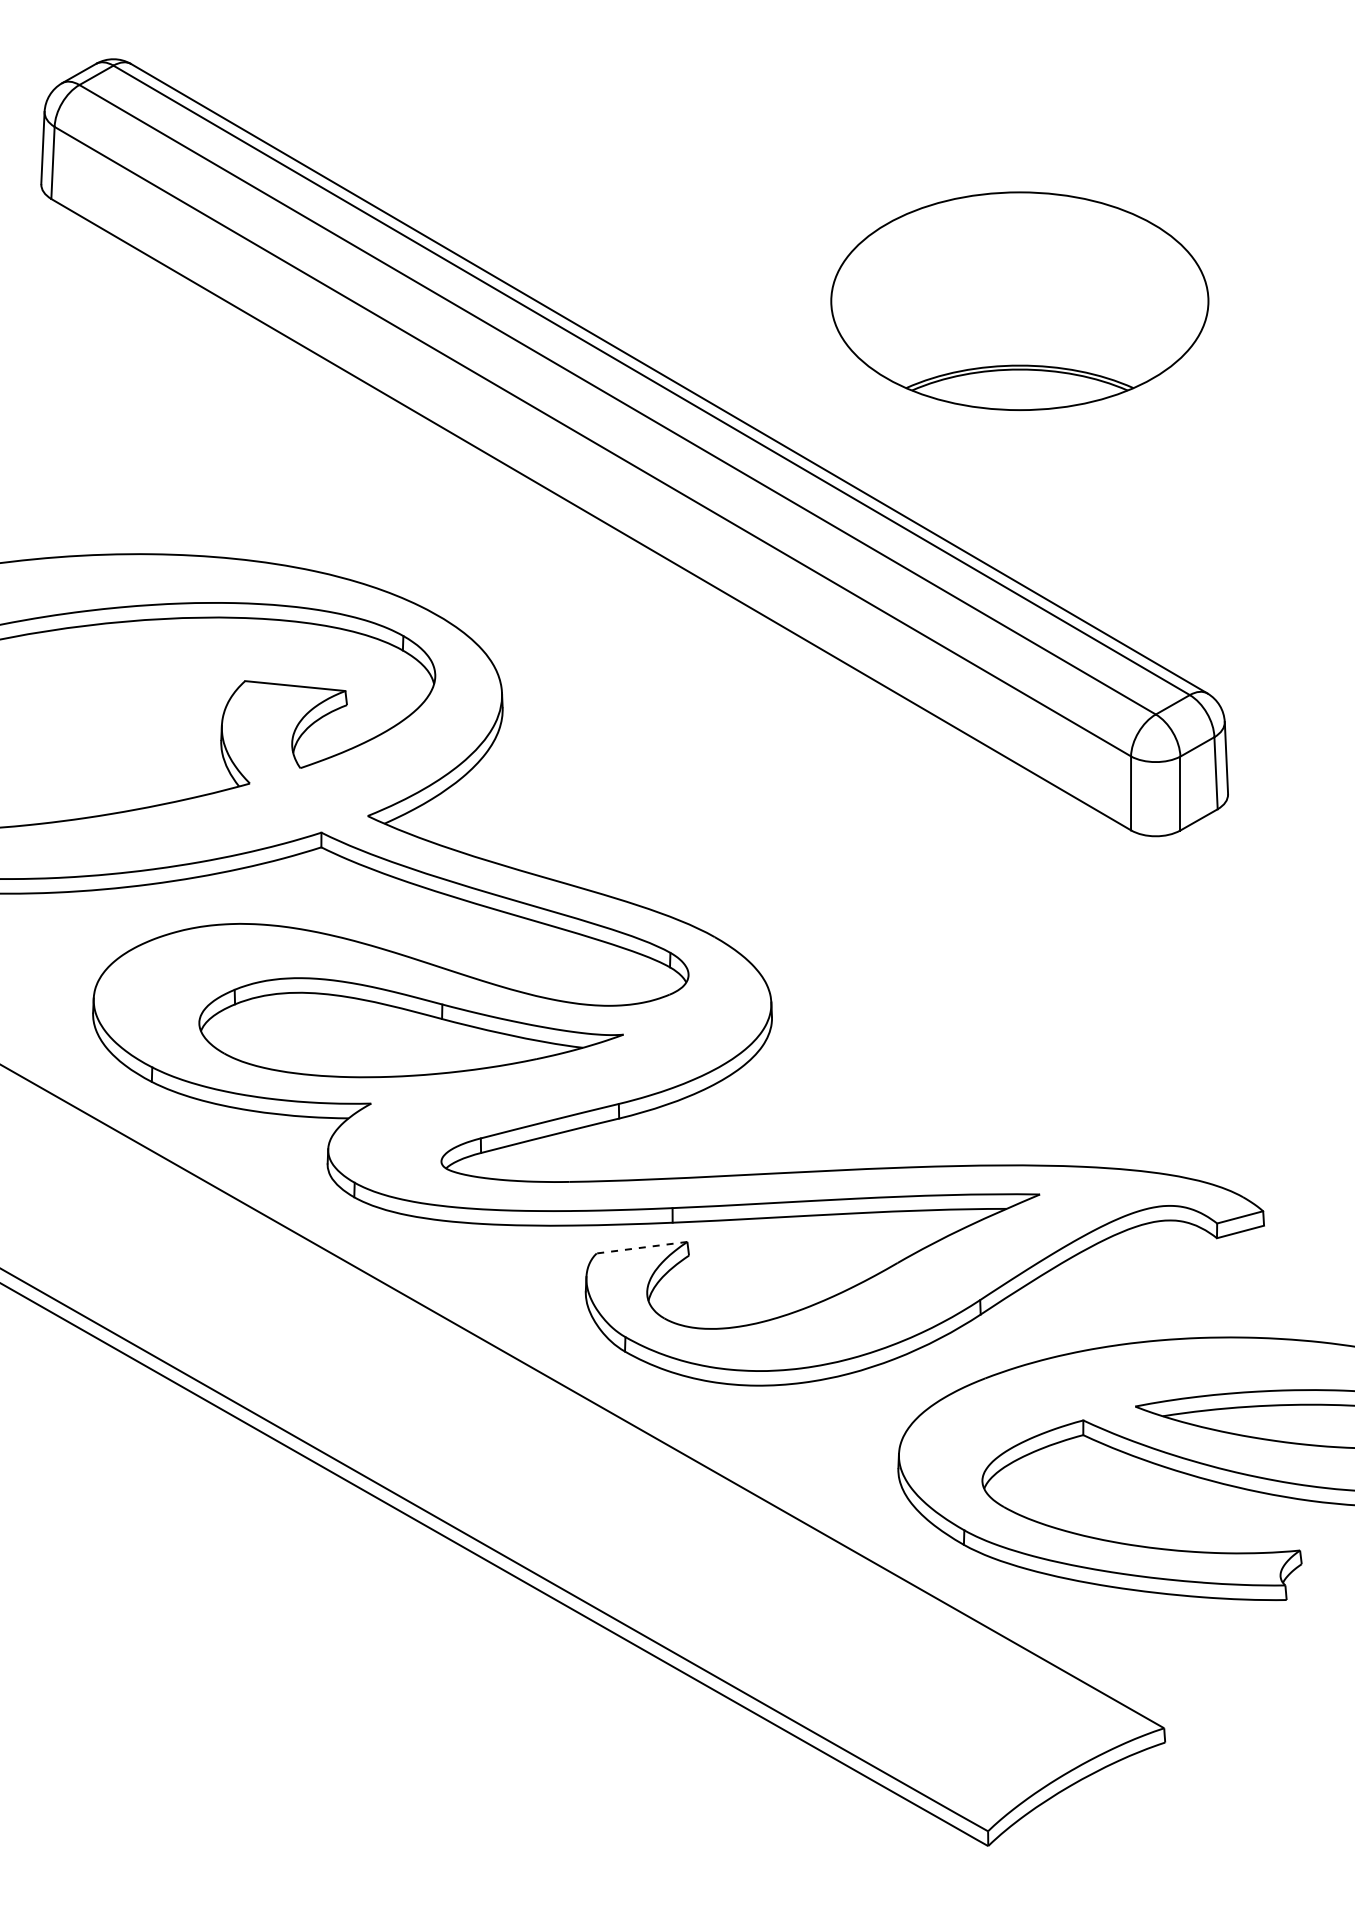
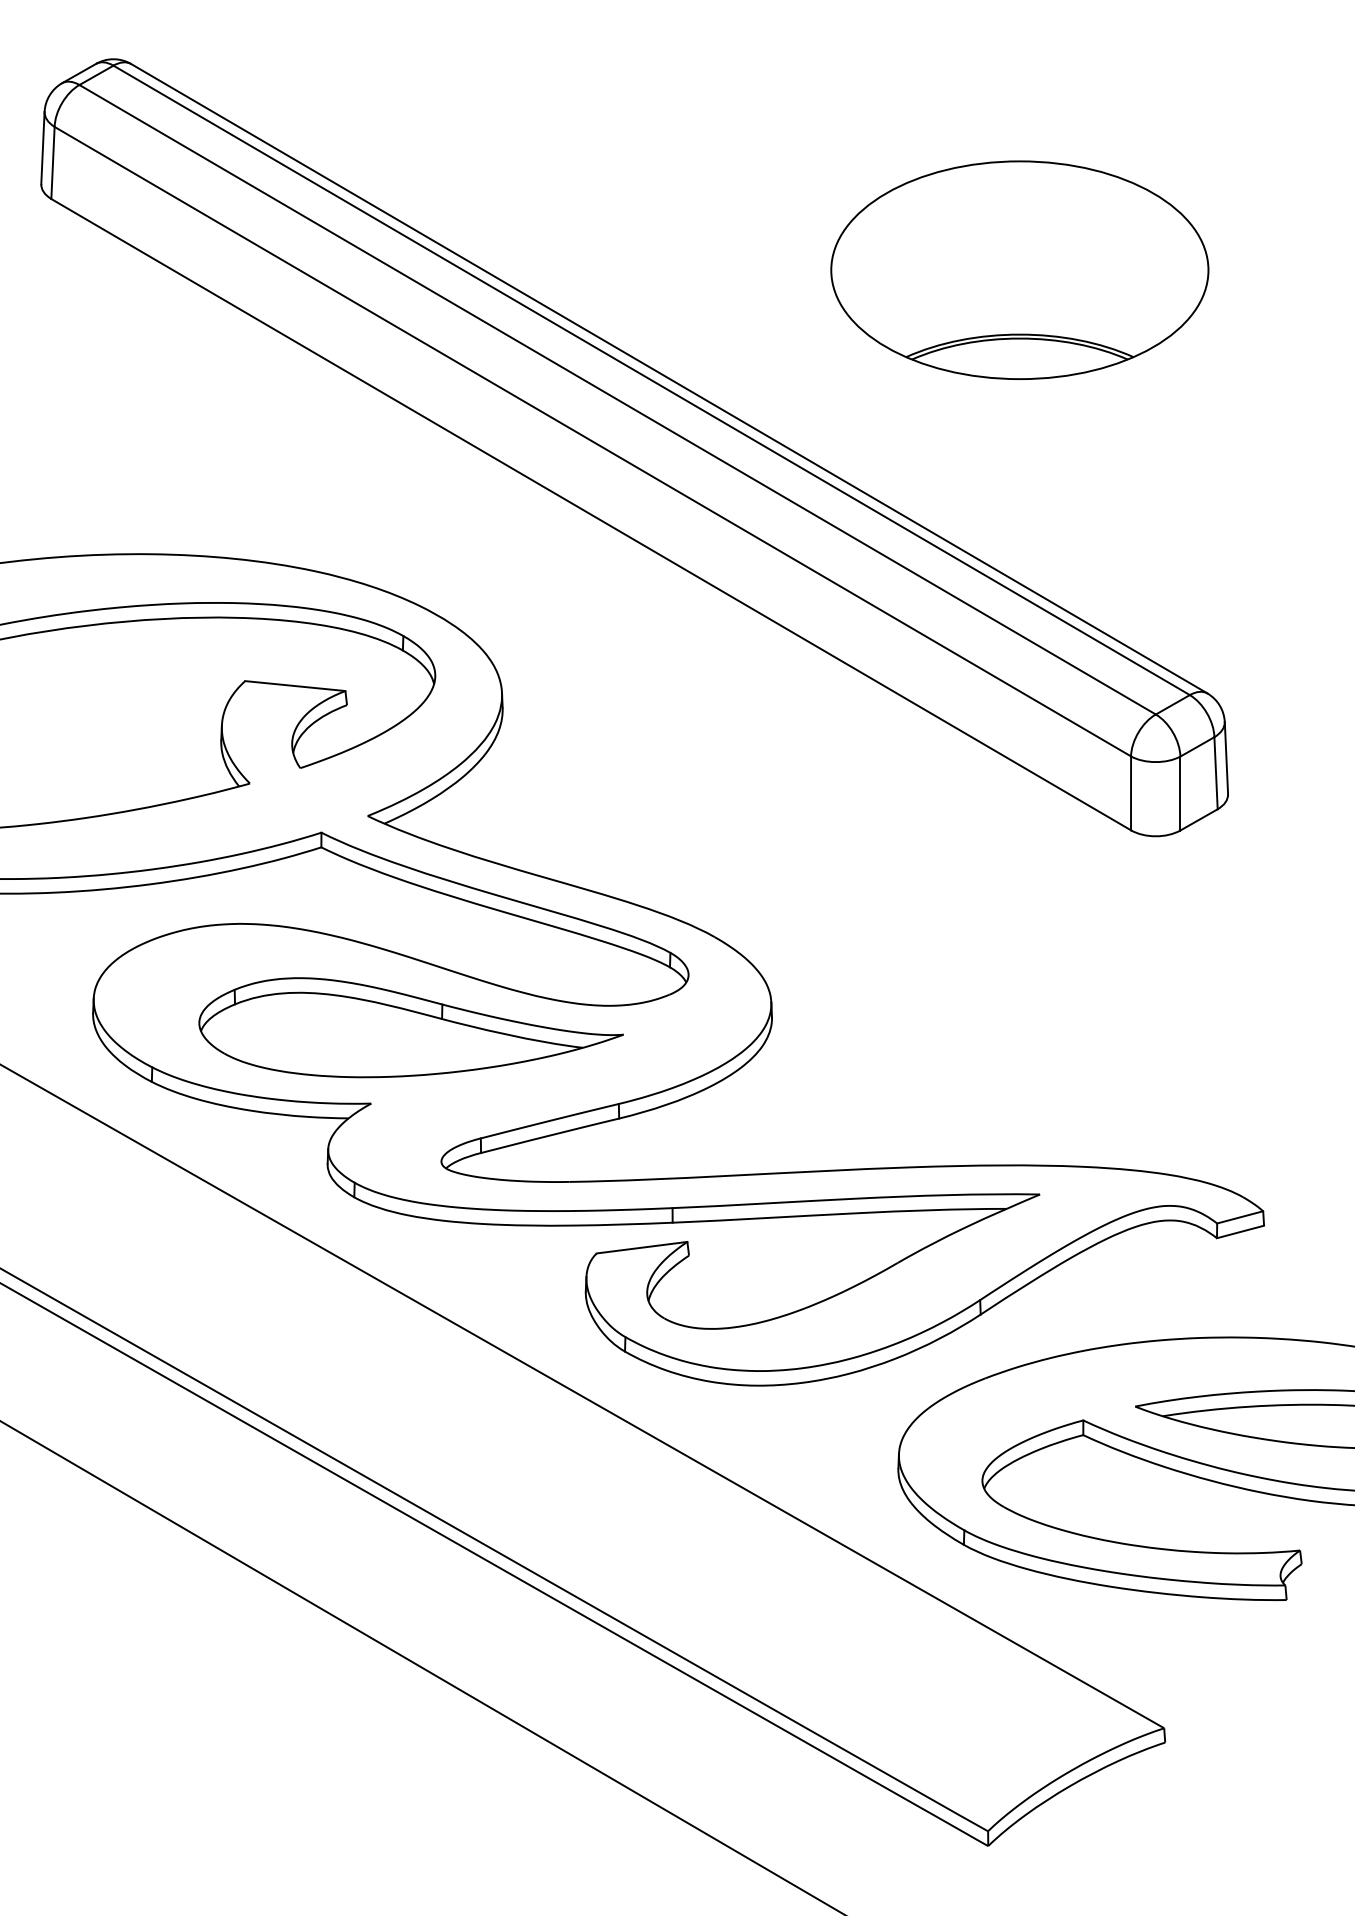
part at (1019, 300) position: (1019, 300) -> (1019, 269)
line at (642, 1247): dashed -> solid
line at (421, 1667): none -> present
